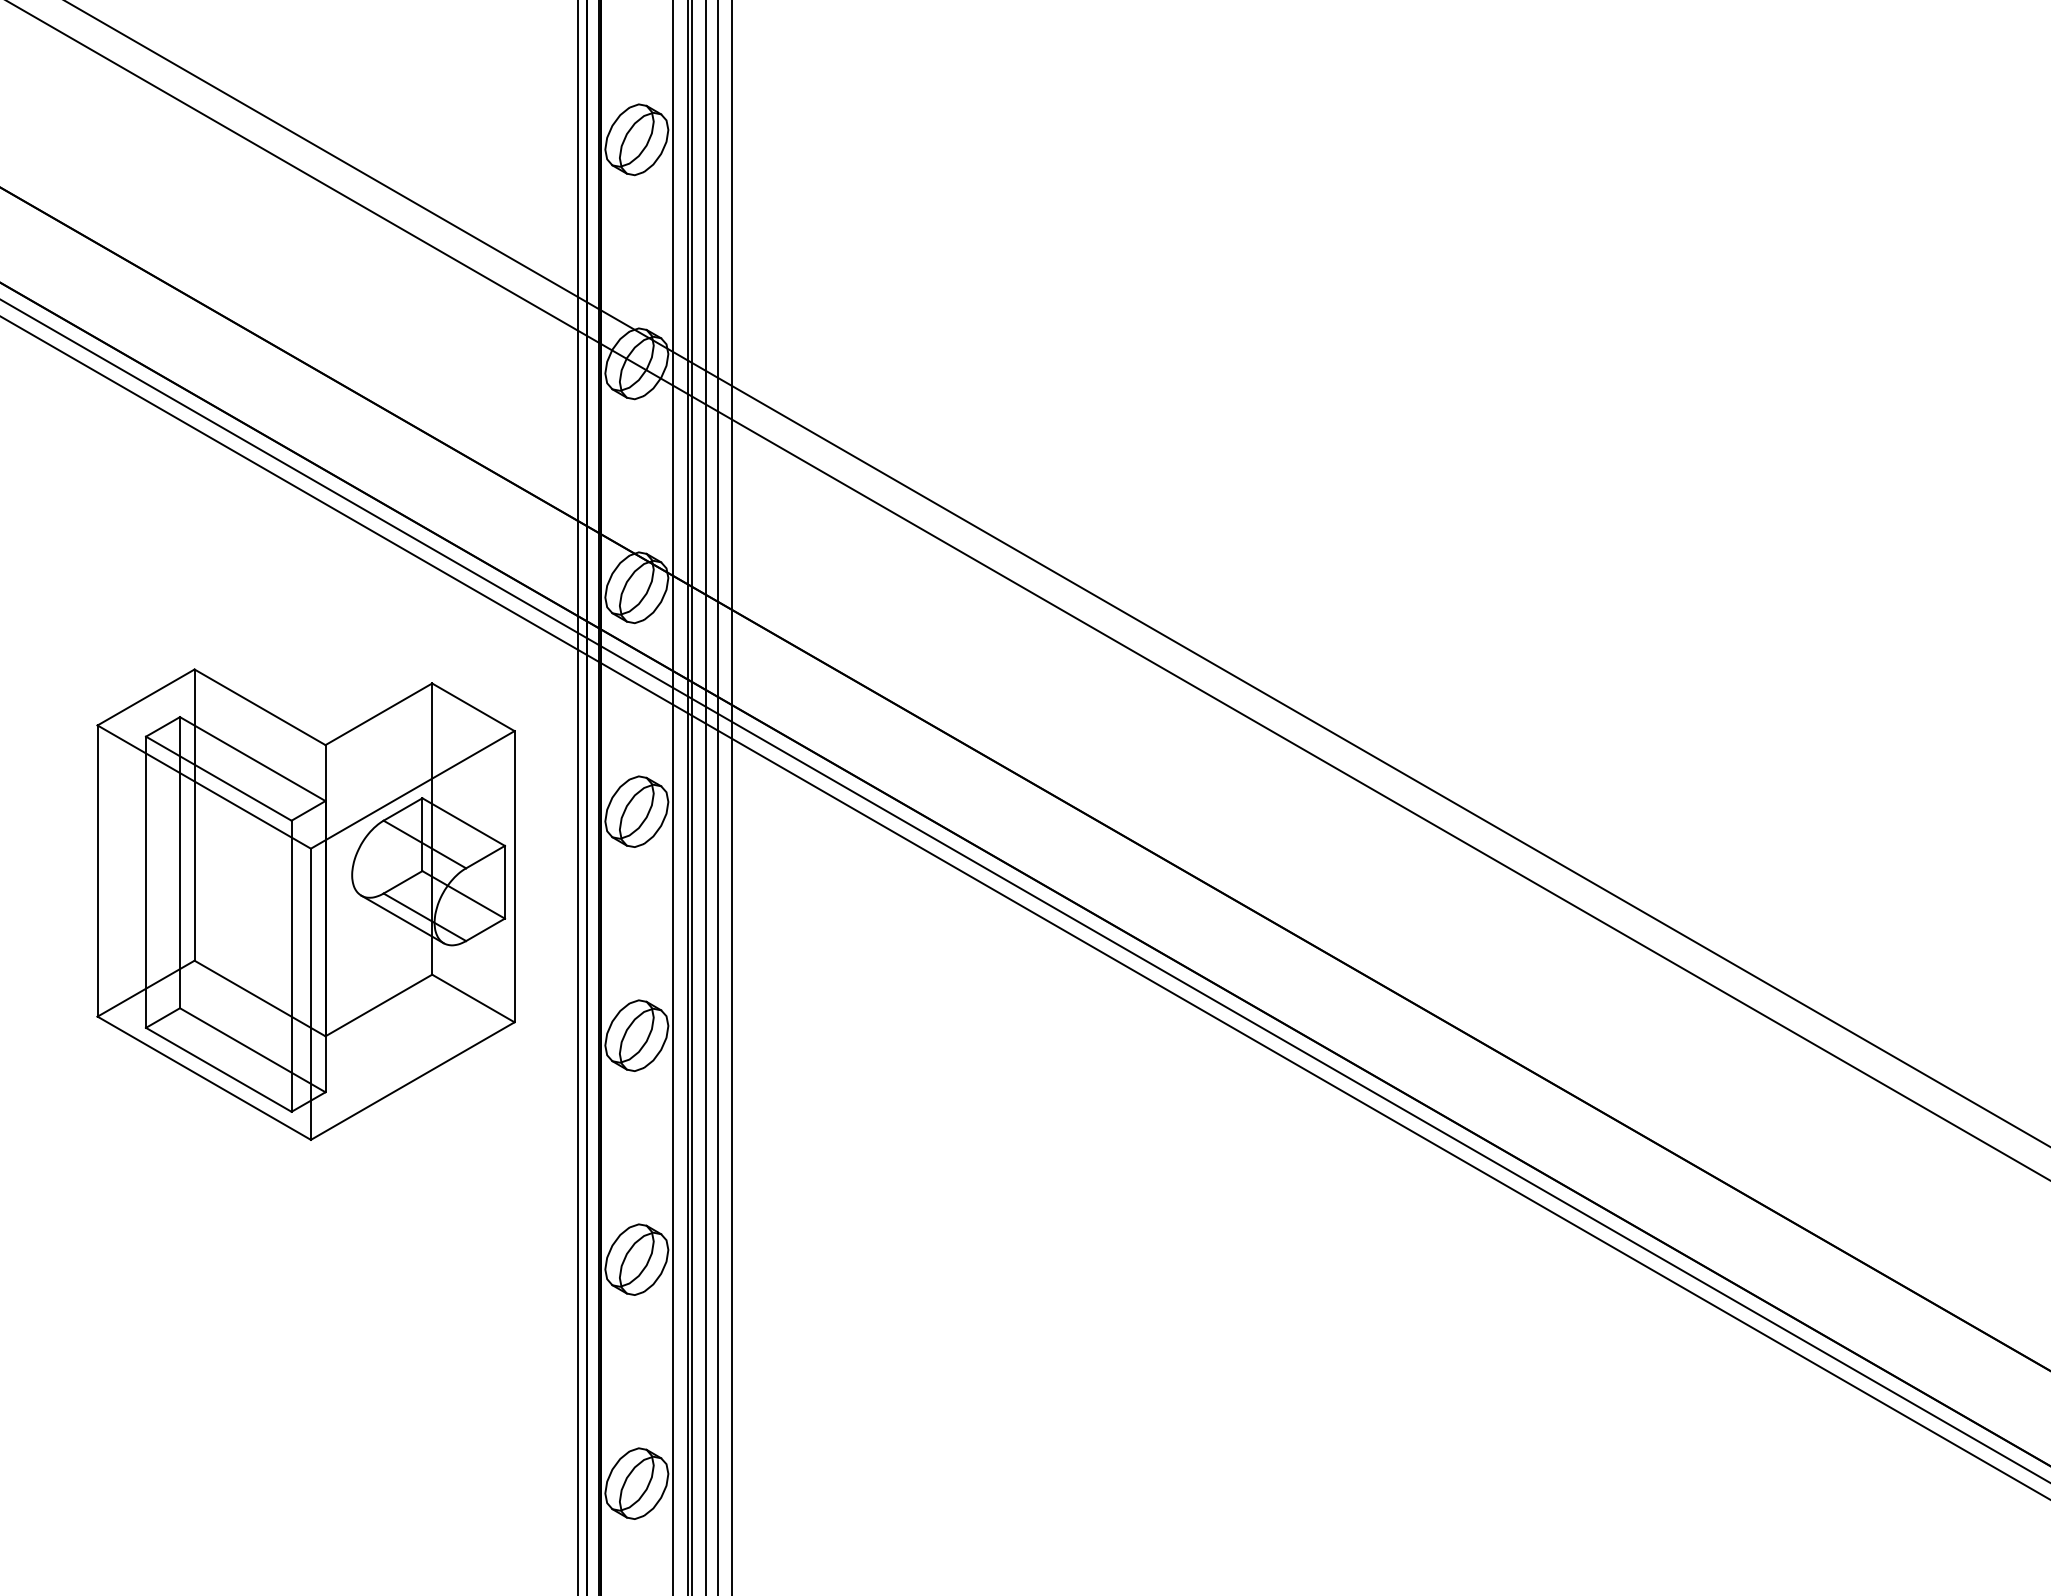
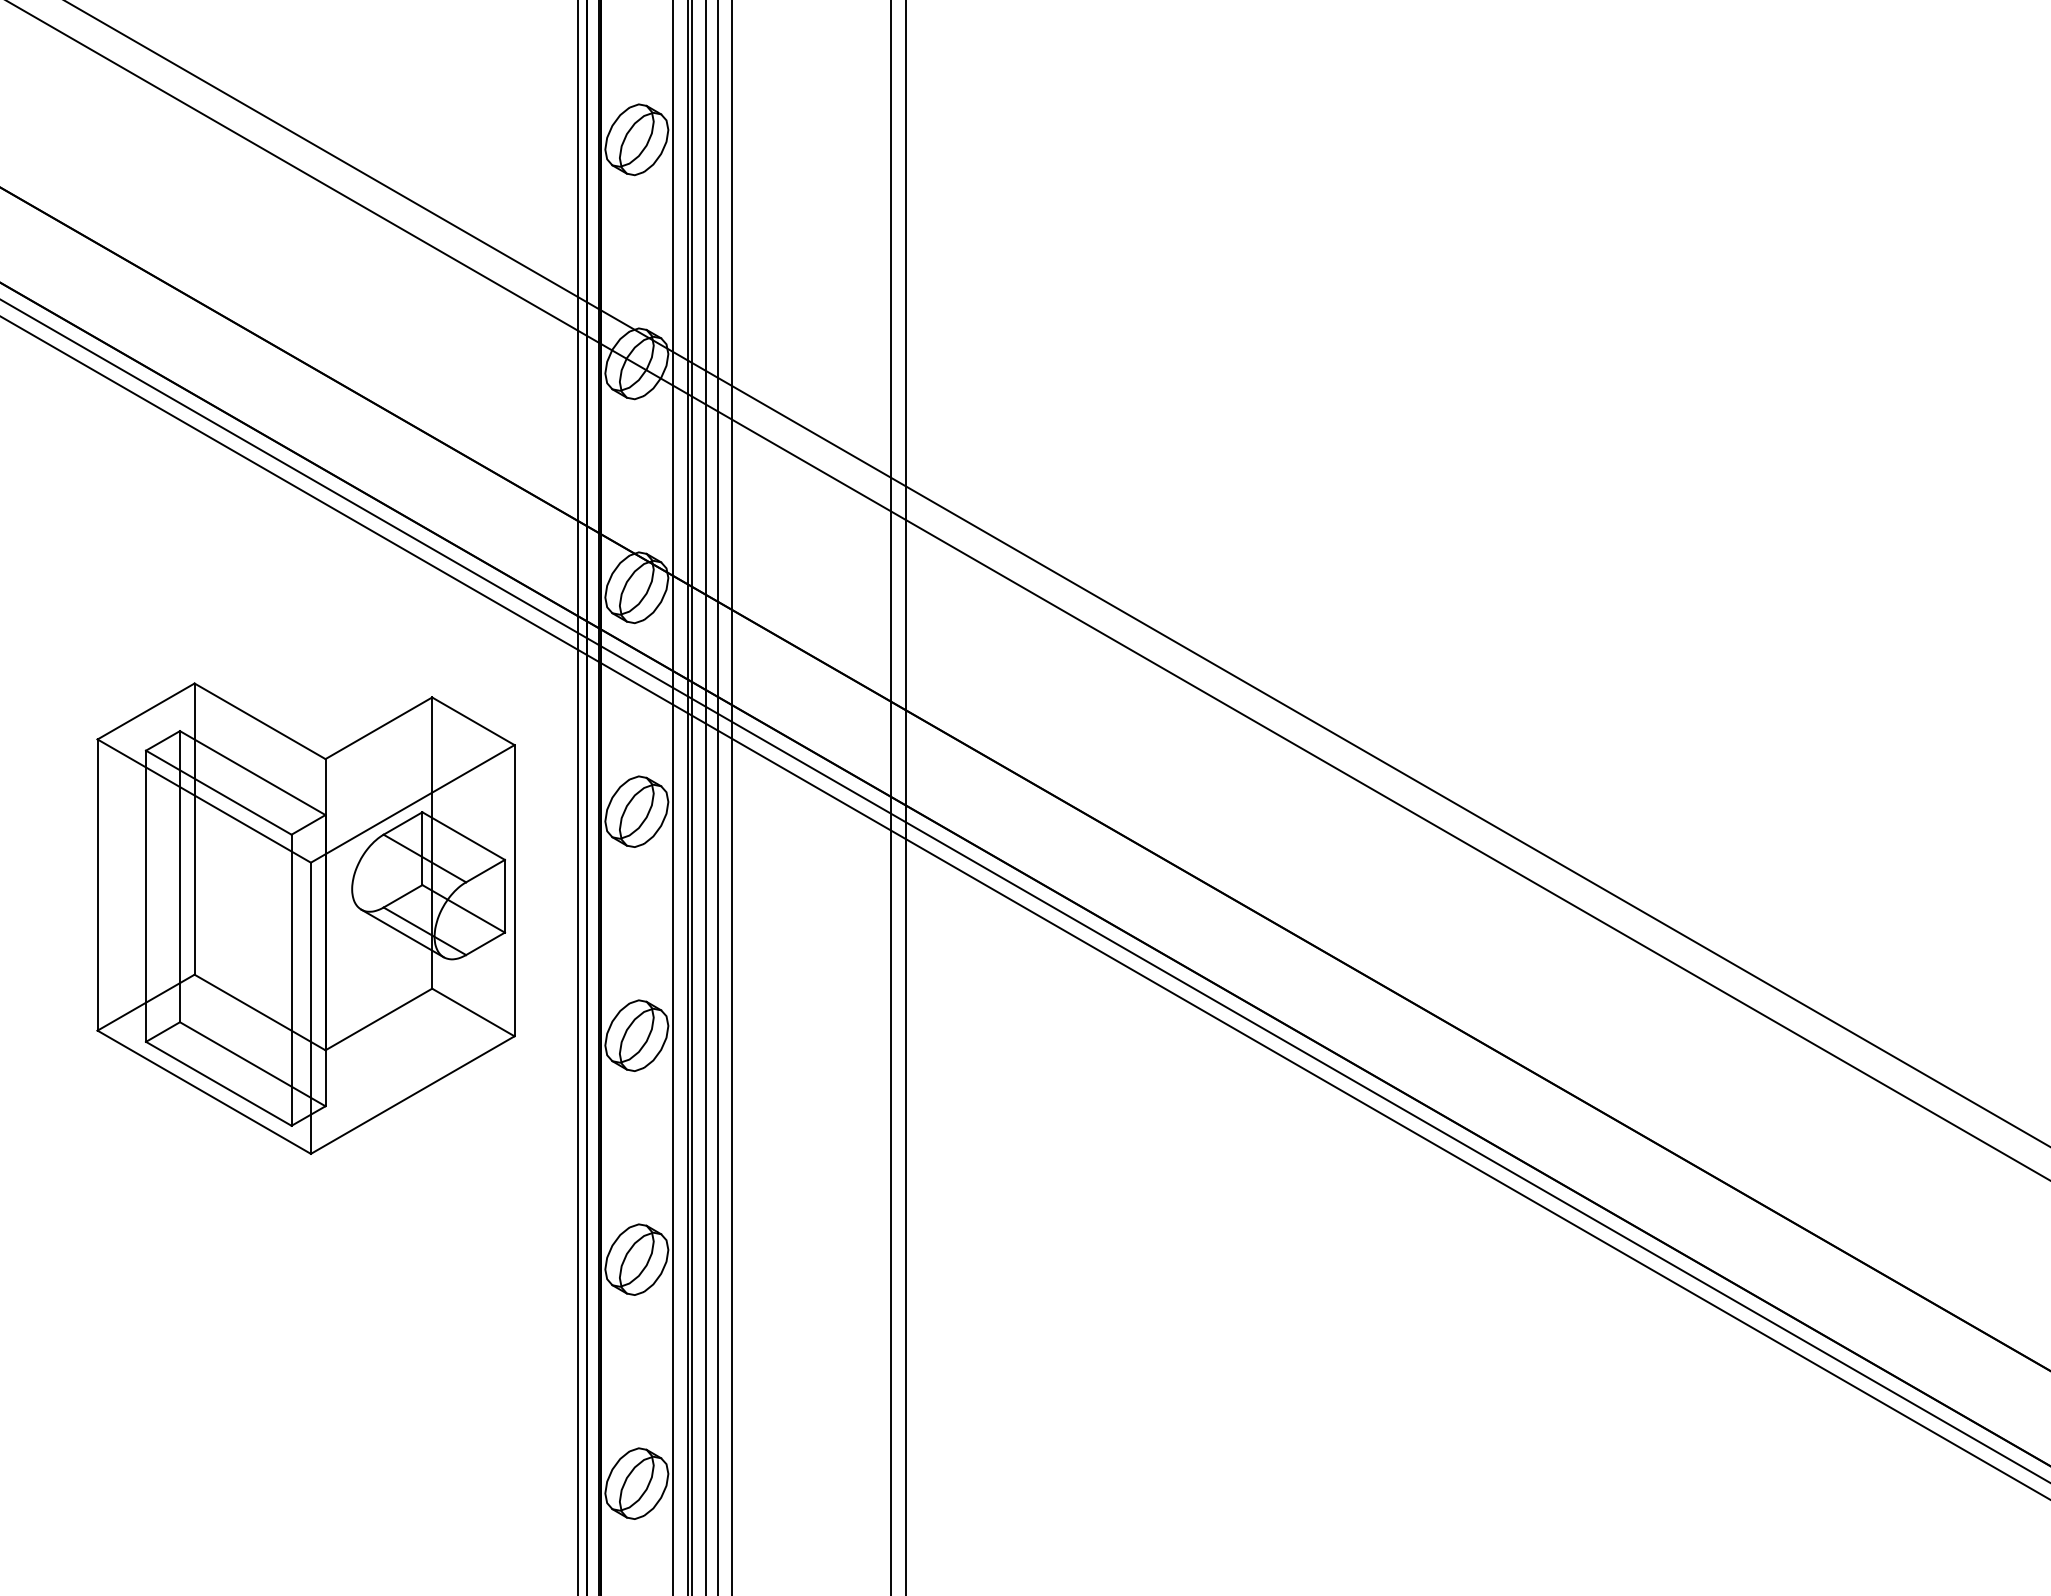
line at (891, 797): none -> present
line at (905, 797): none -> present
part at (305, 904) position: (305, 904) -> (305, 918)
